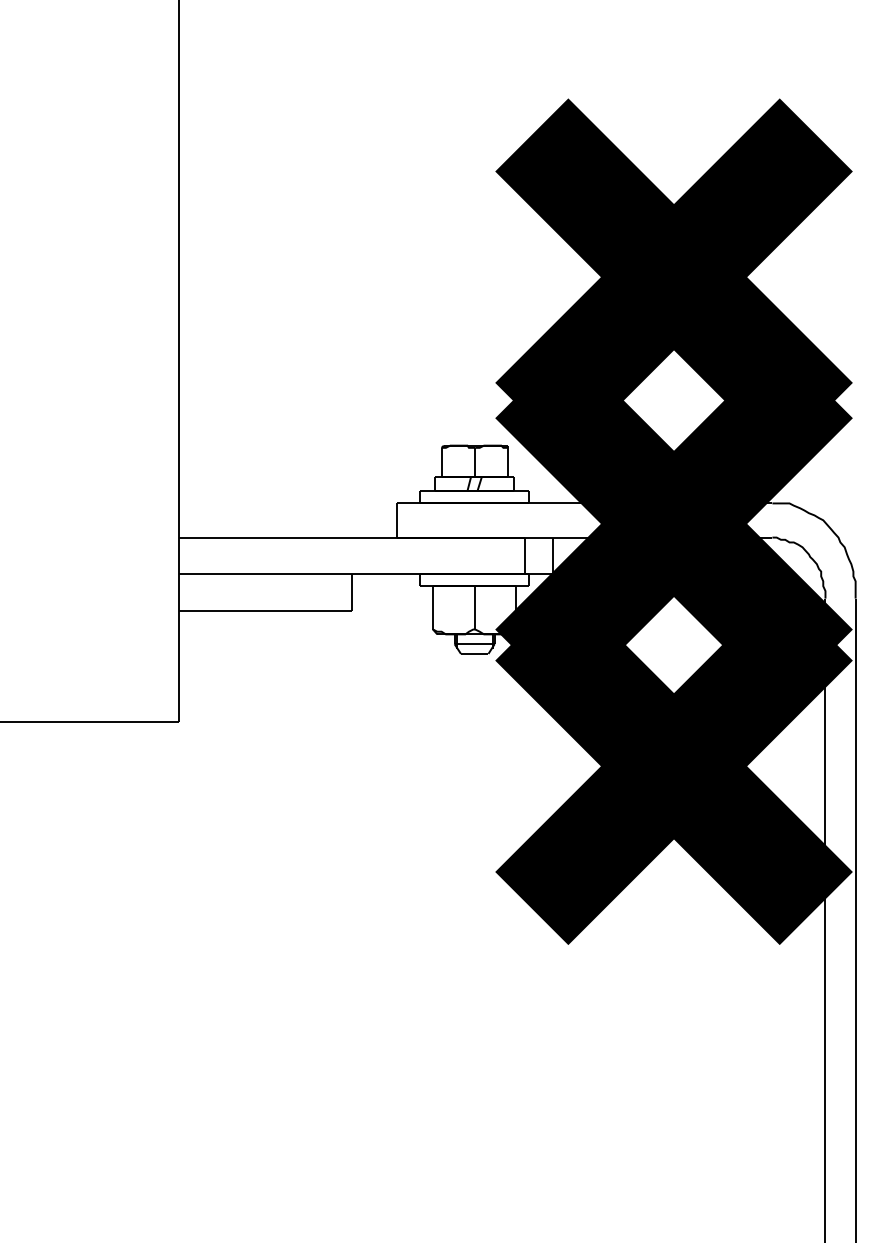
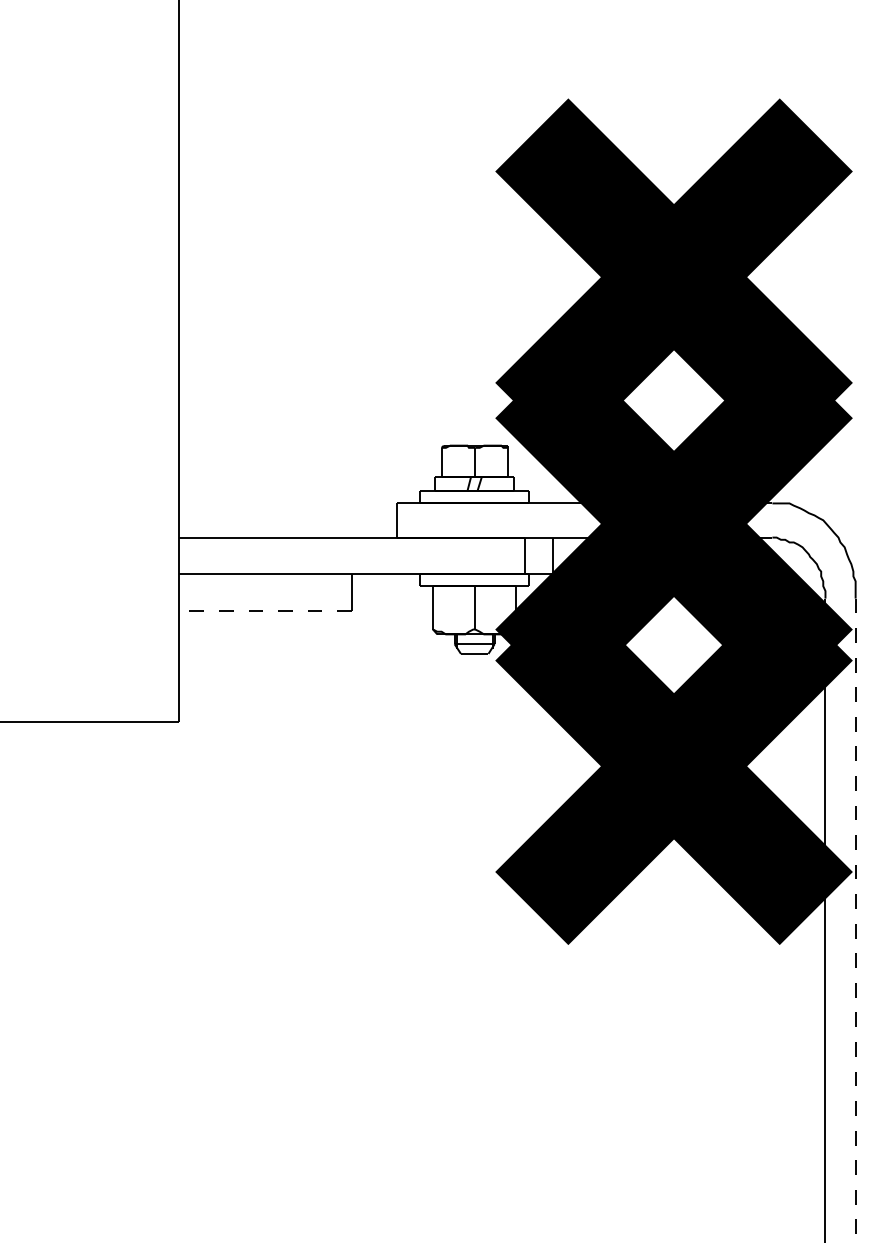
line at (265, 610): solid -> dashed
line at (855, 920): solid -> dashed
